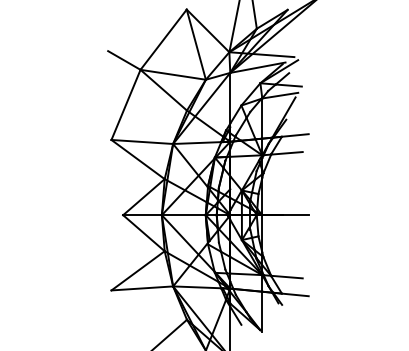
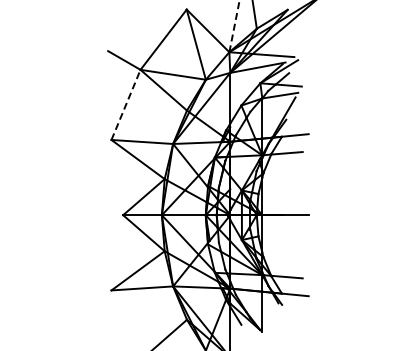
line at (234, 25): solid -> dashed
line at (126, 104): solid -> dashed
